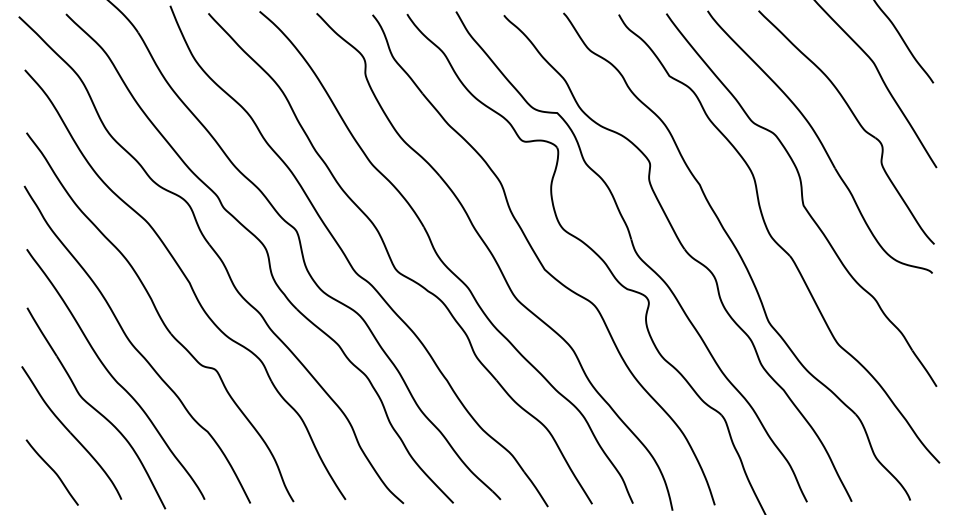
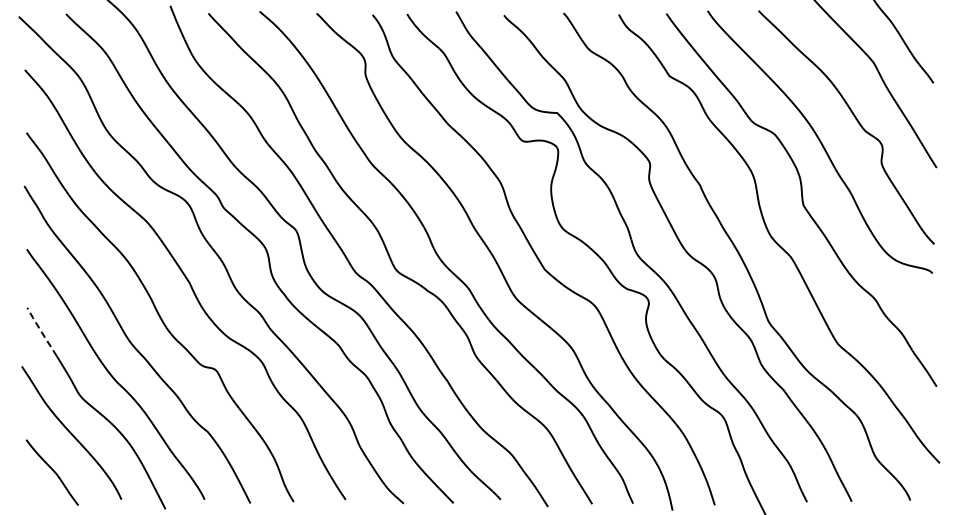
line at (41, 332): solid -> dashed
